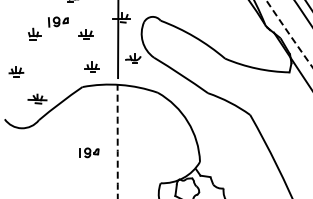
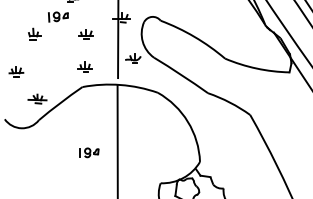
part at (58, 21) position: (58, 21) -> (58, 16)
arc at (289, 34): dashed -> solid
part at (91, 66) position: (91, 66) -> (84, 66)
arc at (117, 141): dashed -> solid
